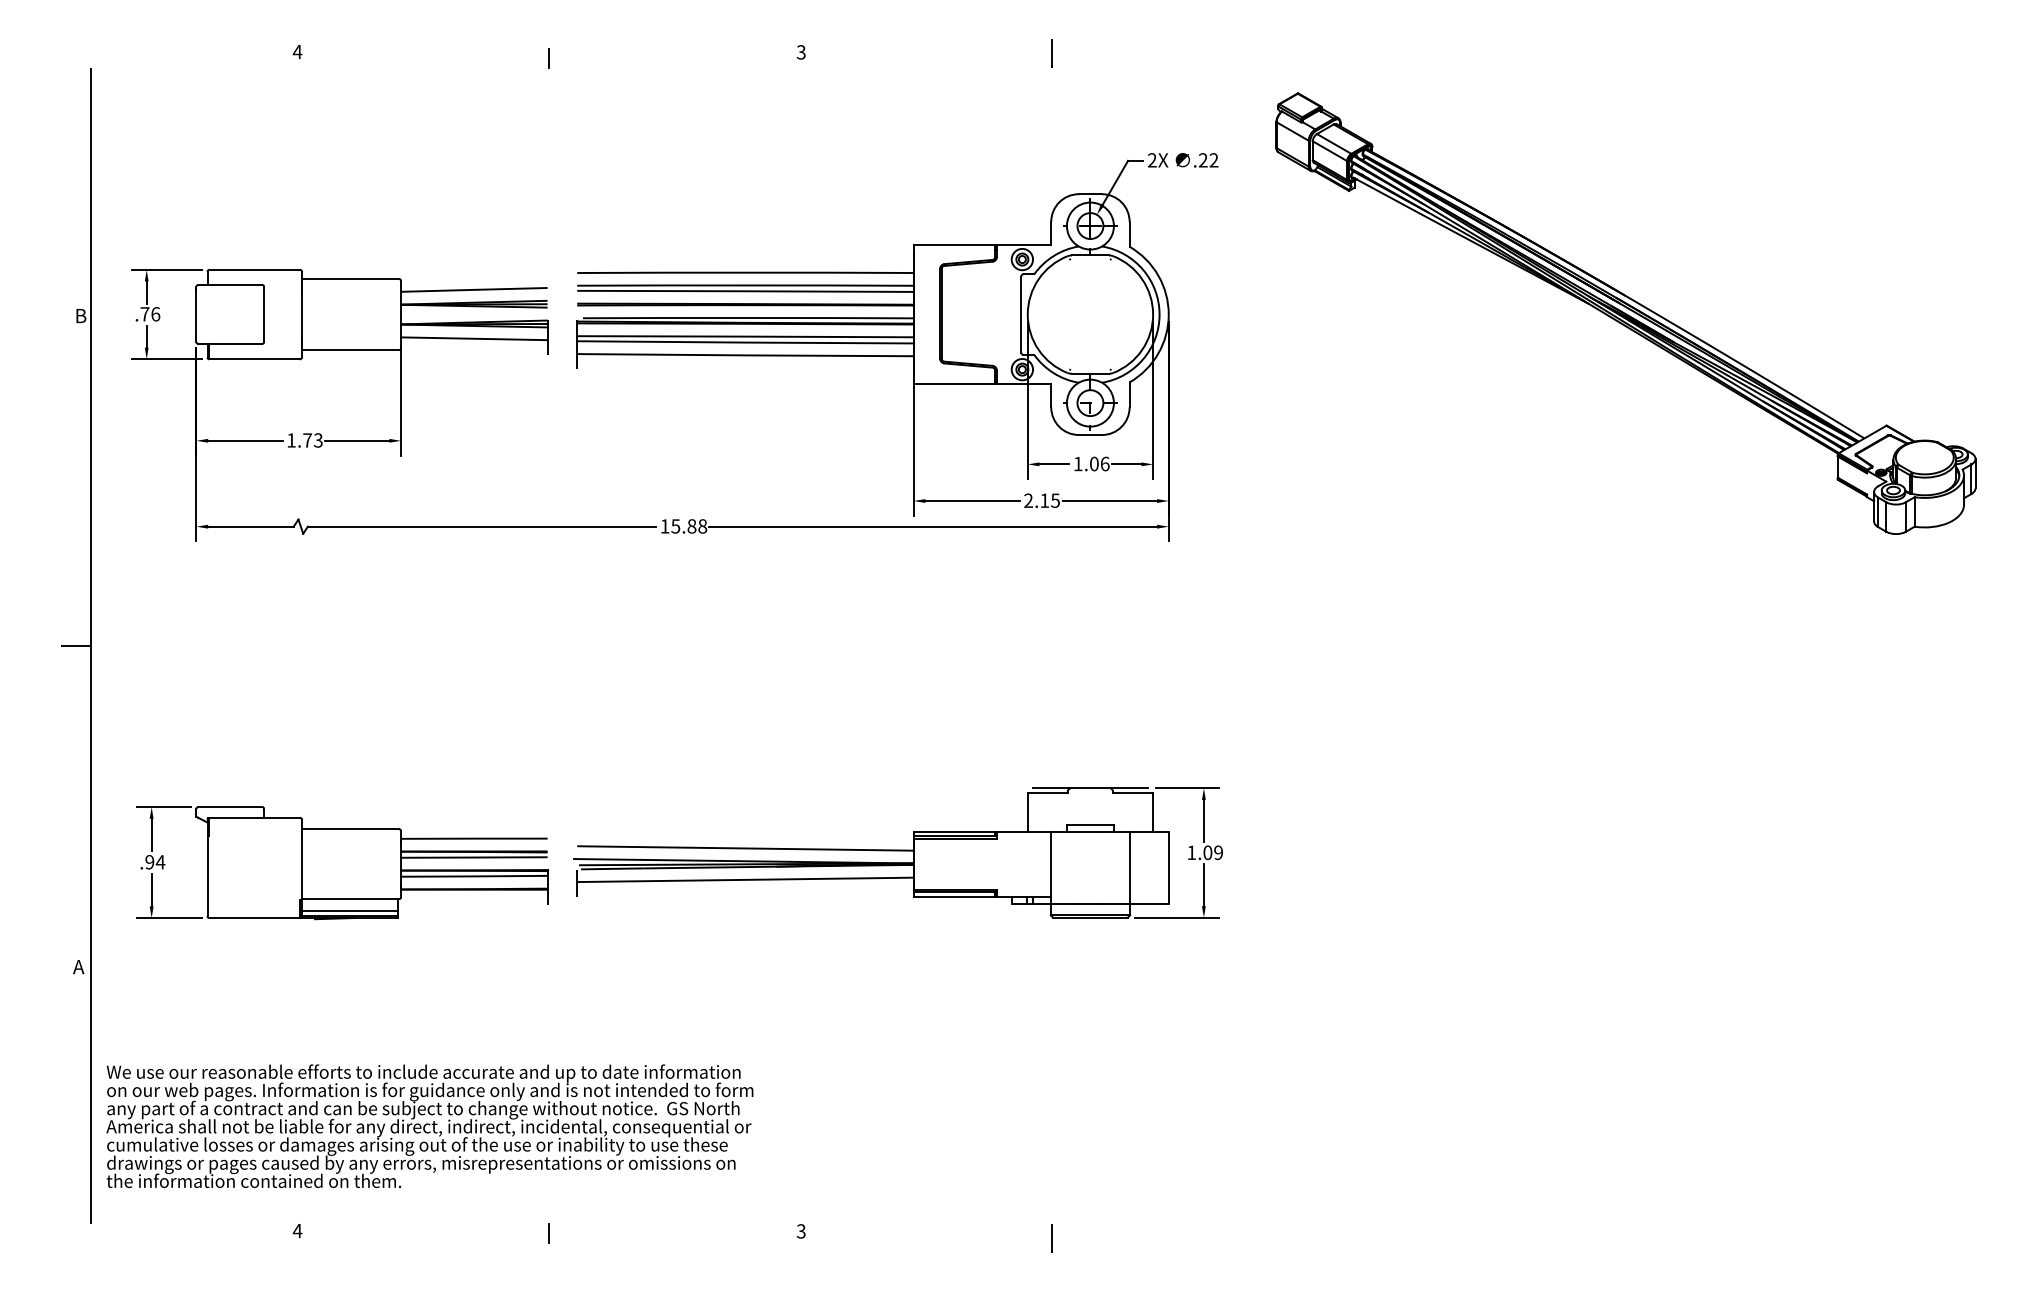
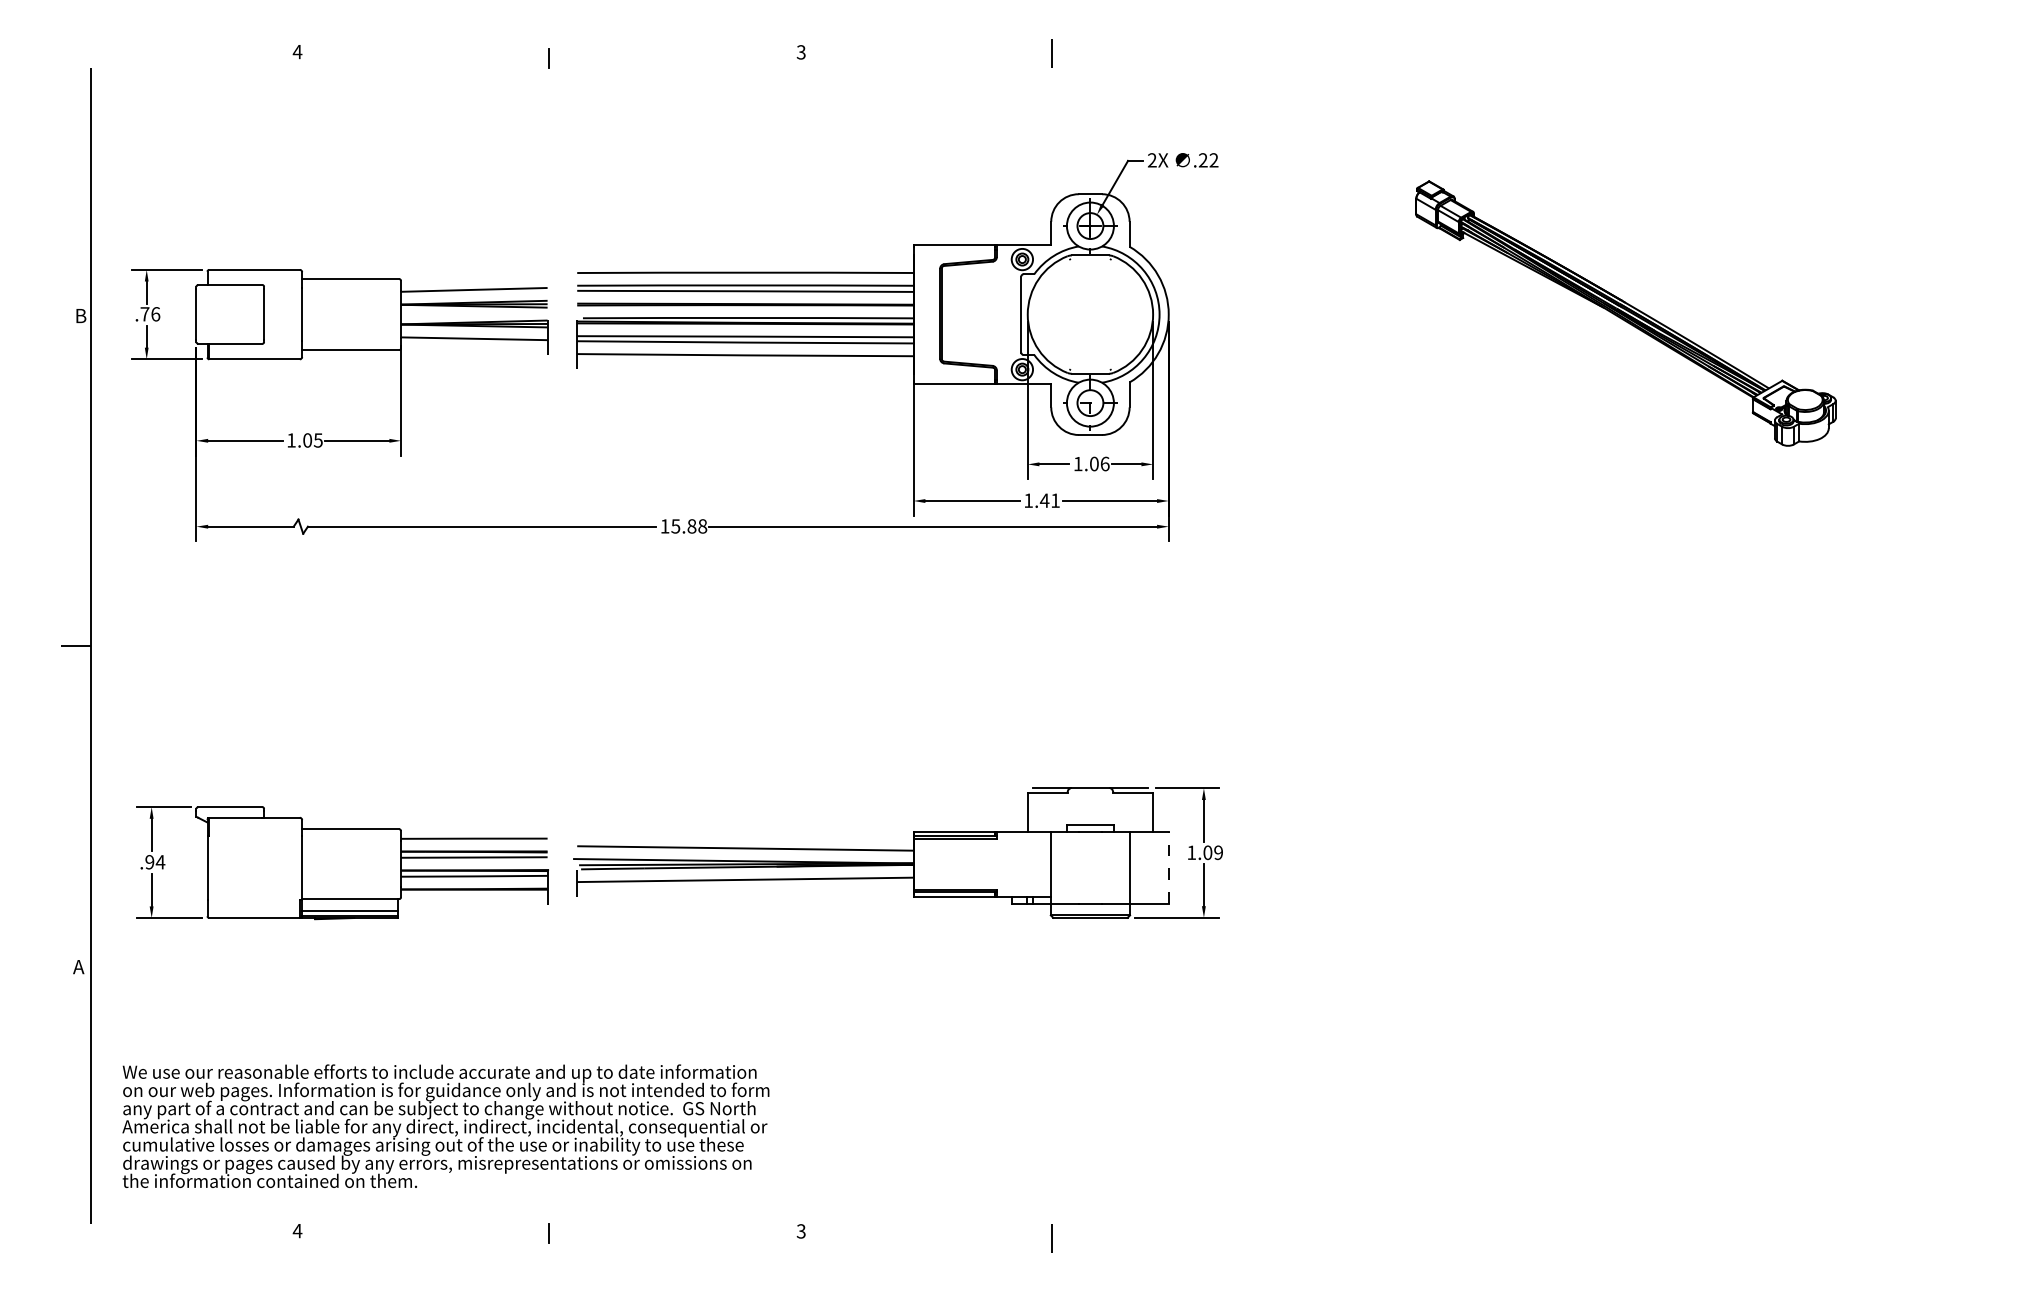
part at (1625, 313) size: 702x443 px -> 422x267 px
text at (312, 440): 1.73 -> 1.05
text at (1041, 500): 2.15 -> 1.41
line at (1168, 867): solid -> dashed
text at (429, 1125) position: (429, 1125) -> (445, 1125)
